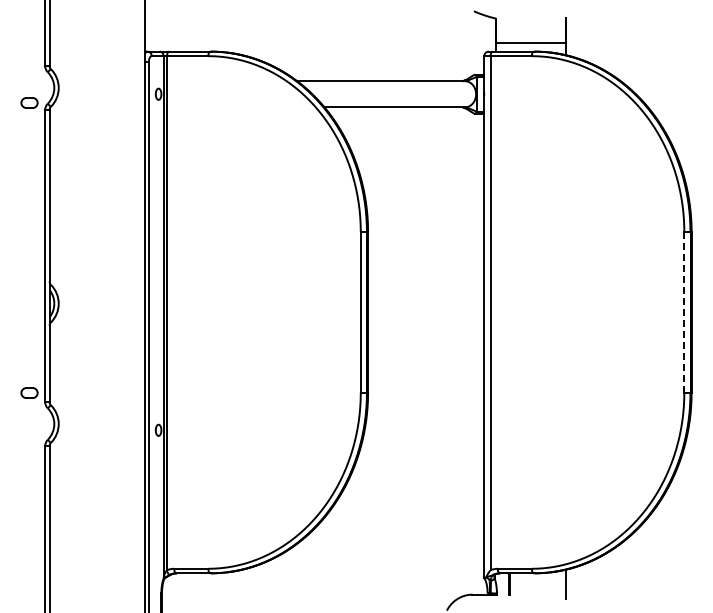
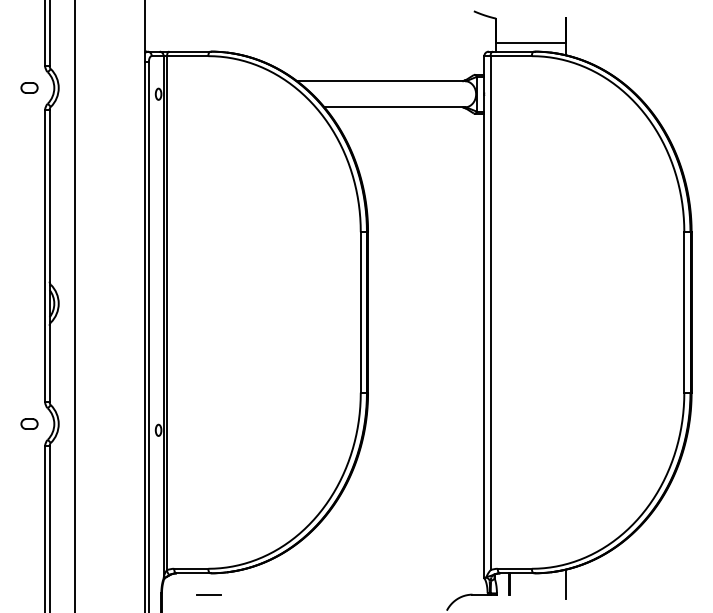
part at (29, 102) position: (29, 102) -> (29, 87)
line at (74, 305): none -> present
line at (684, 312): dashed -> solid
part at (29, 392) position: (29, 392) -> (29, 423)
line at (208, 594): none -> present
